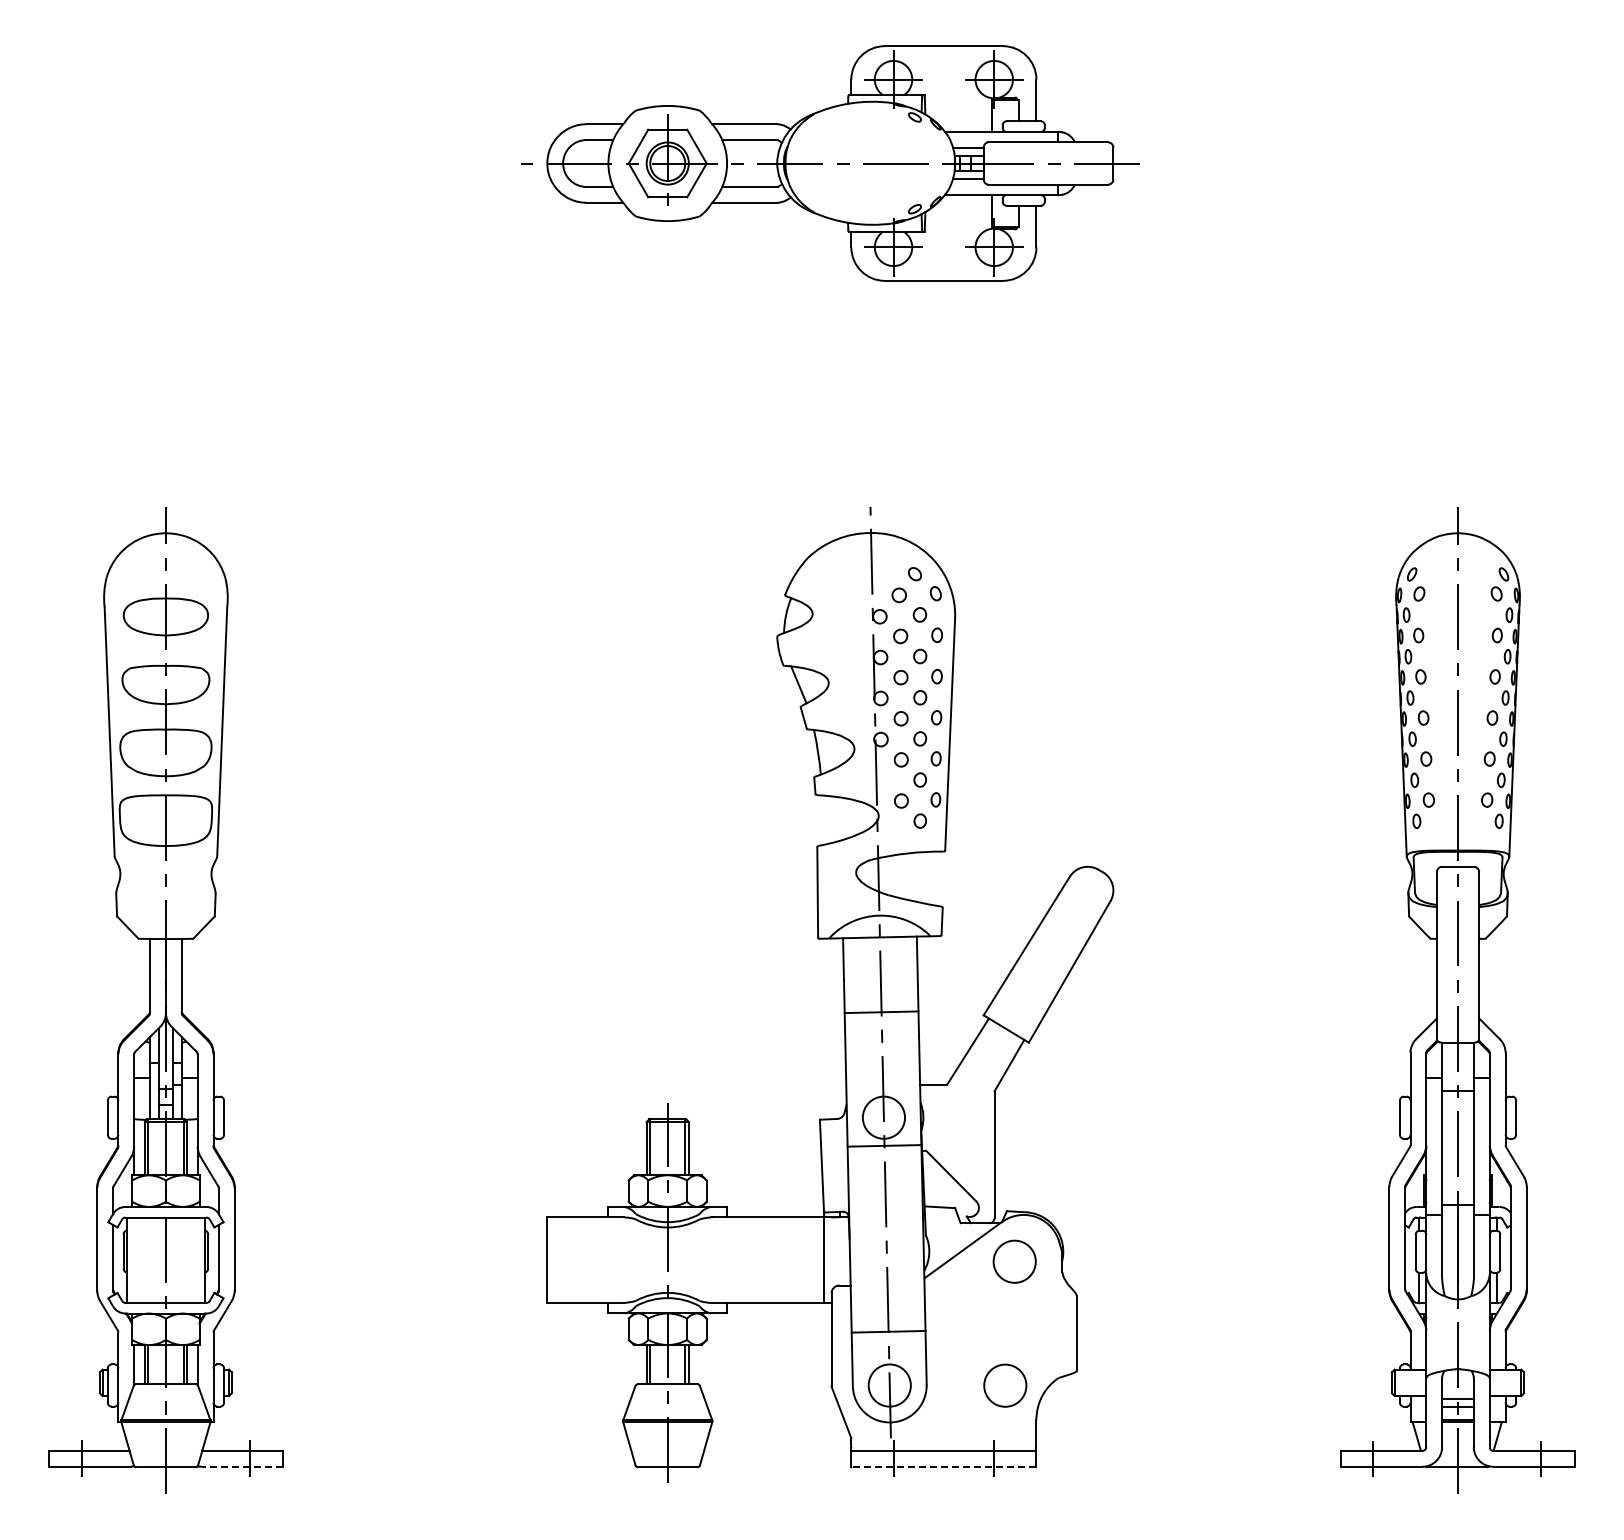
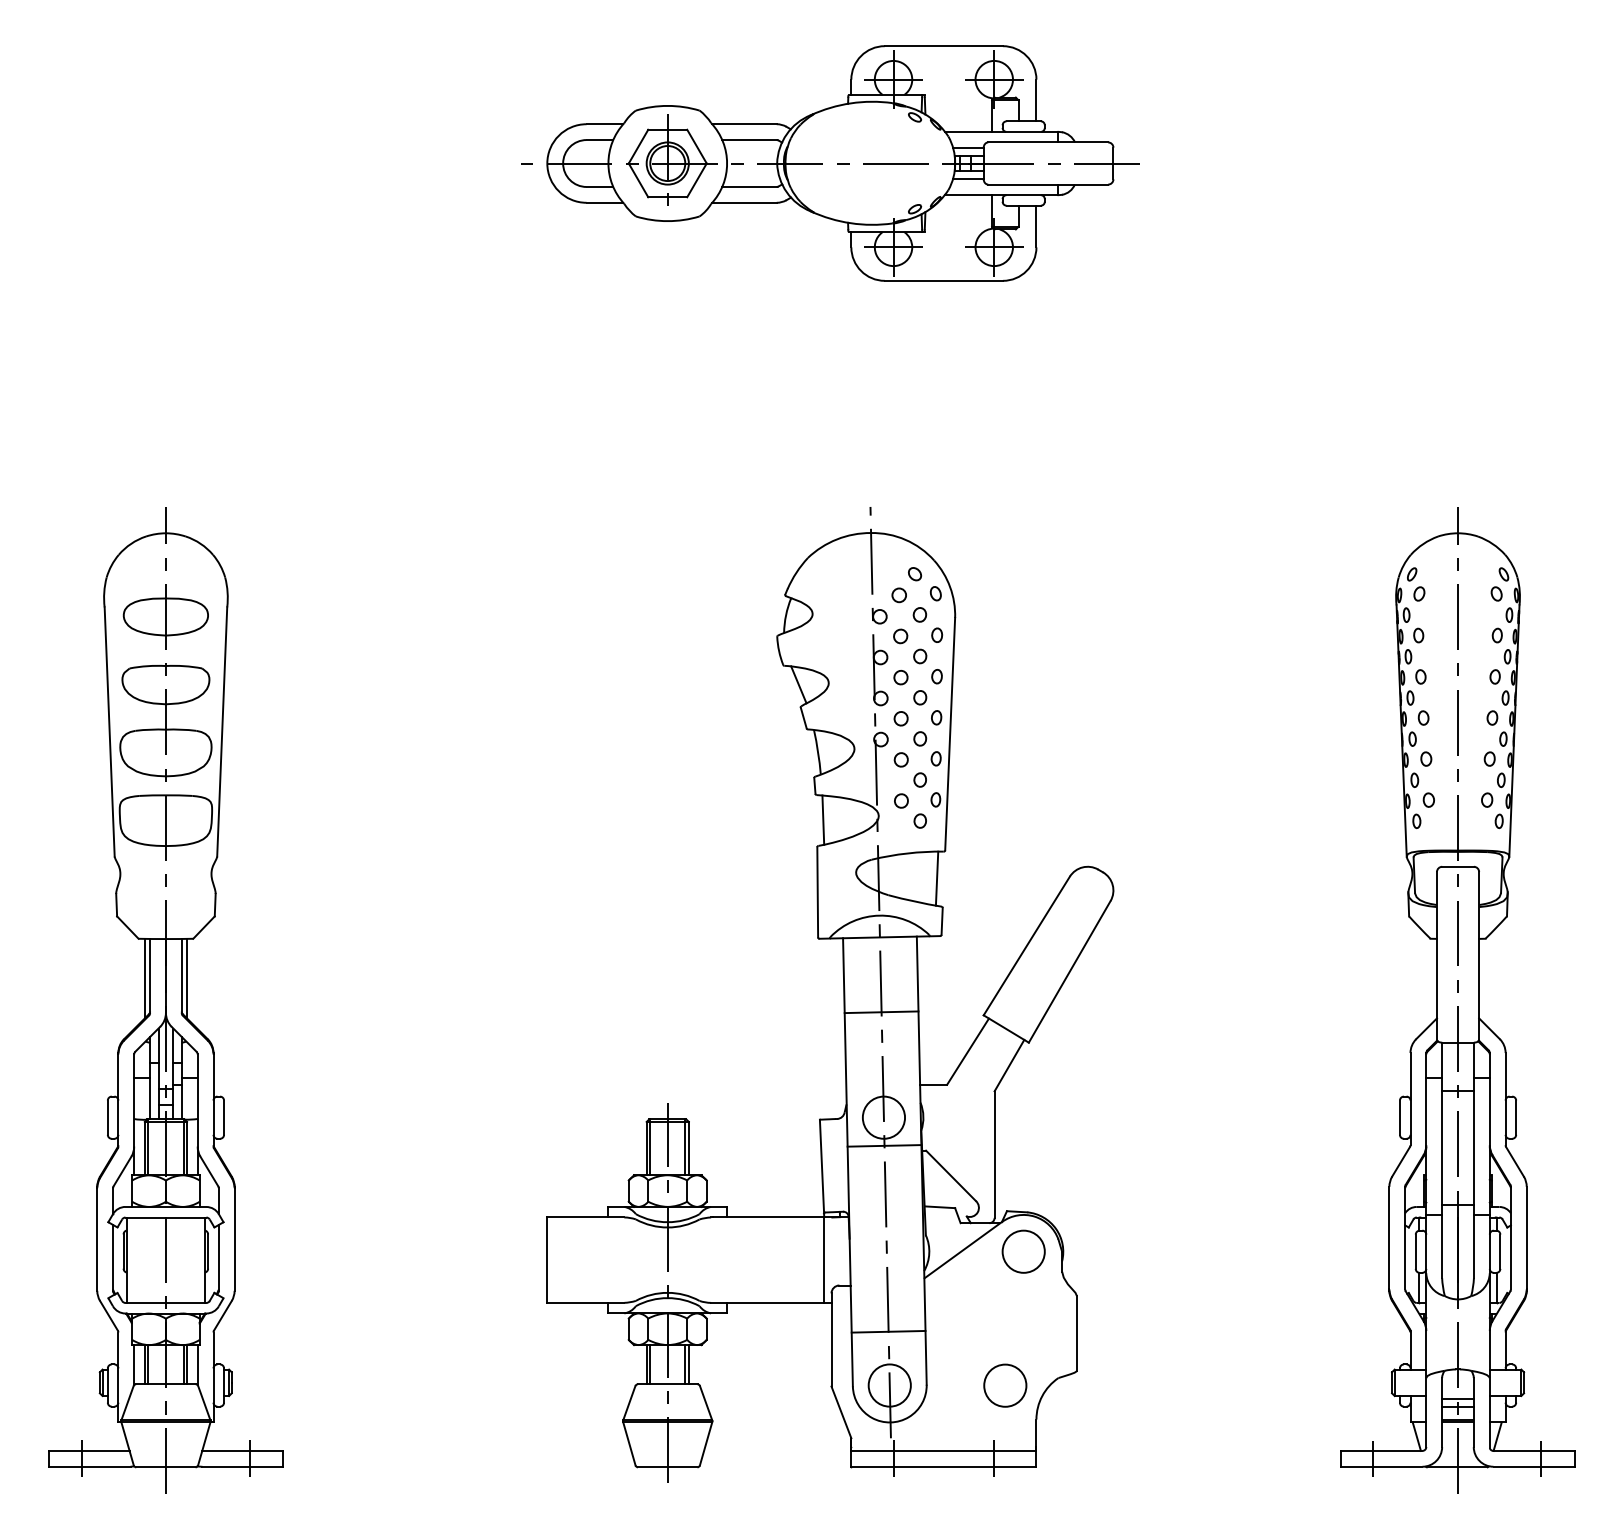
line at (823, 819): none -> present
line at (936, 878): none -> present
line at (145, 978): none -> present
line at (187, 978): none -> present
circle at (1014, 1261) position: (1014, 1261) -> (1023, 1251)
line at (242, 1466): dashed -> solid
line at (943, 1466): dashed -> solid
